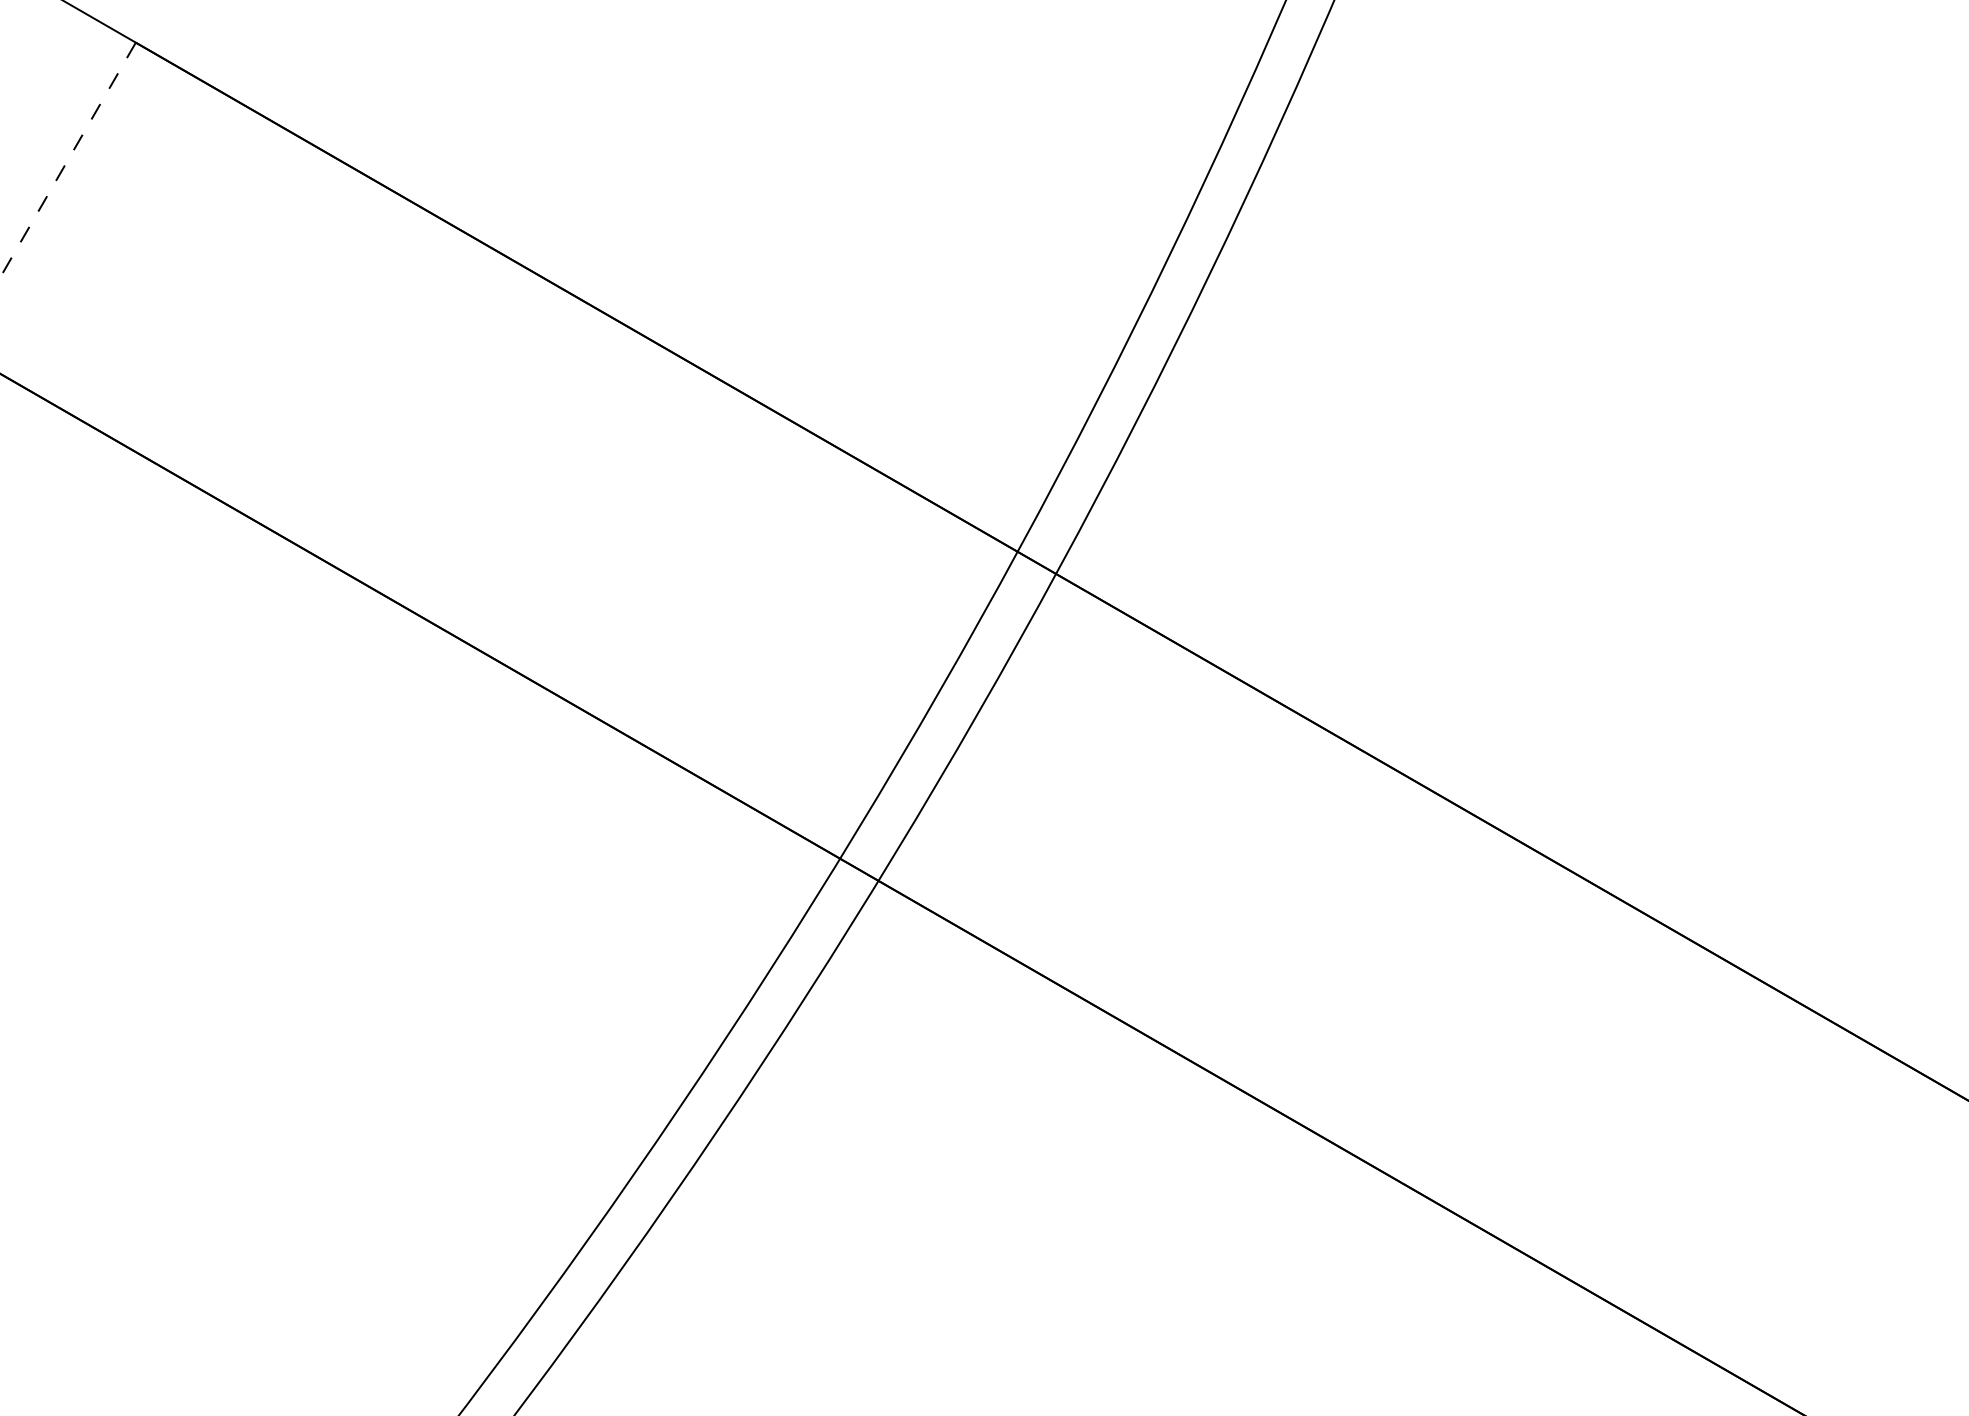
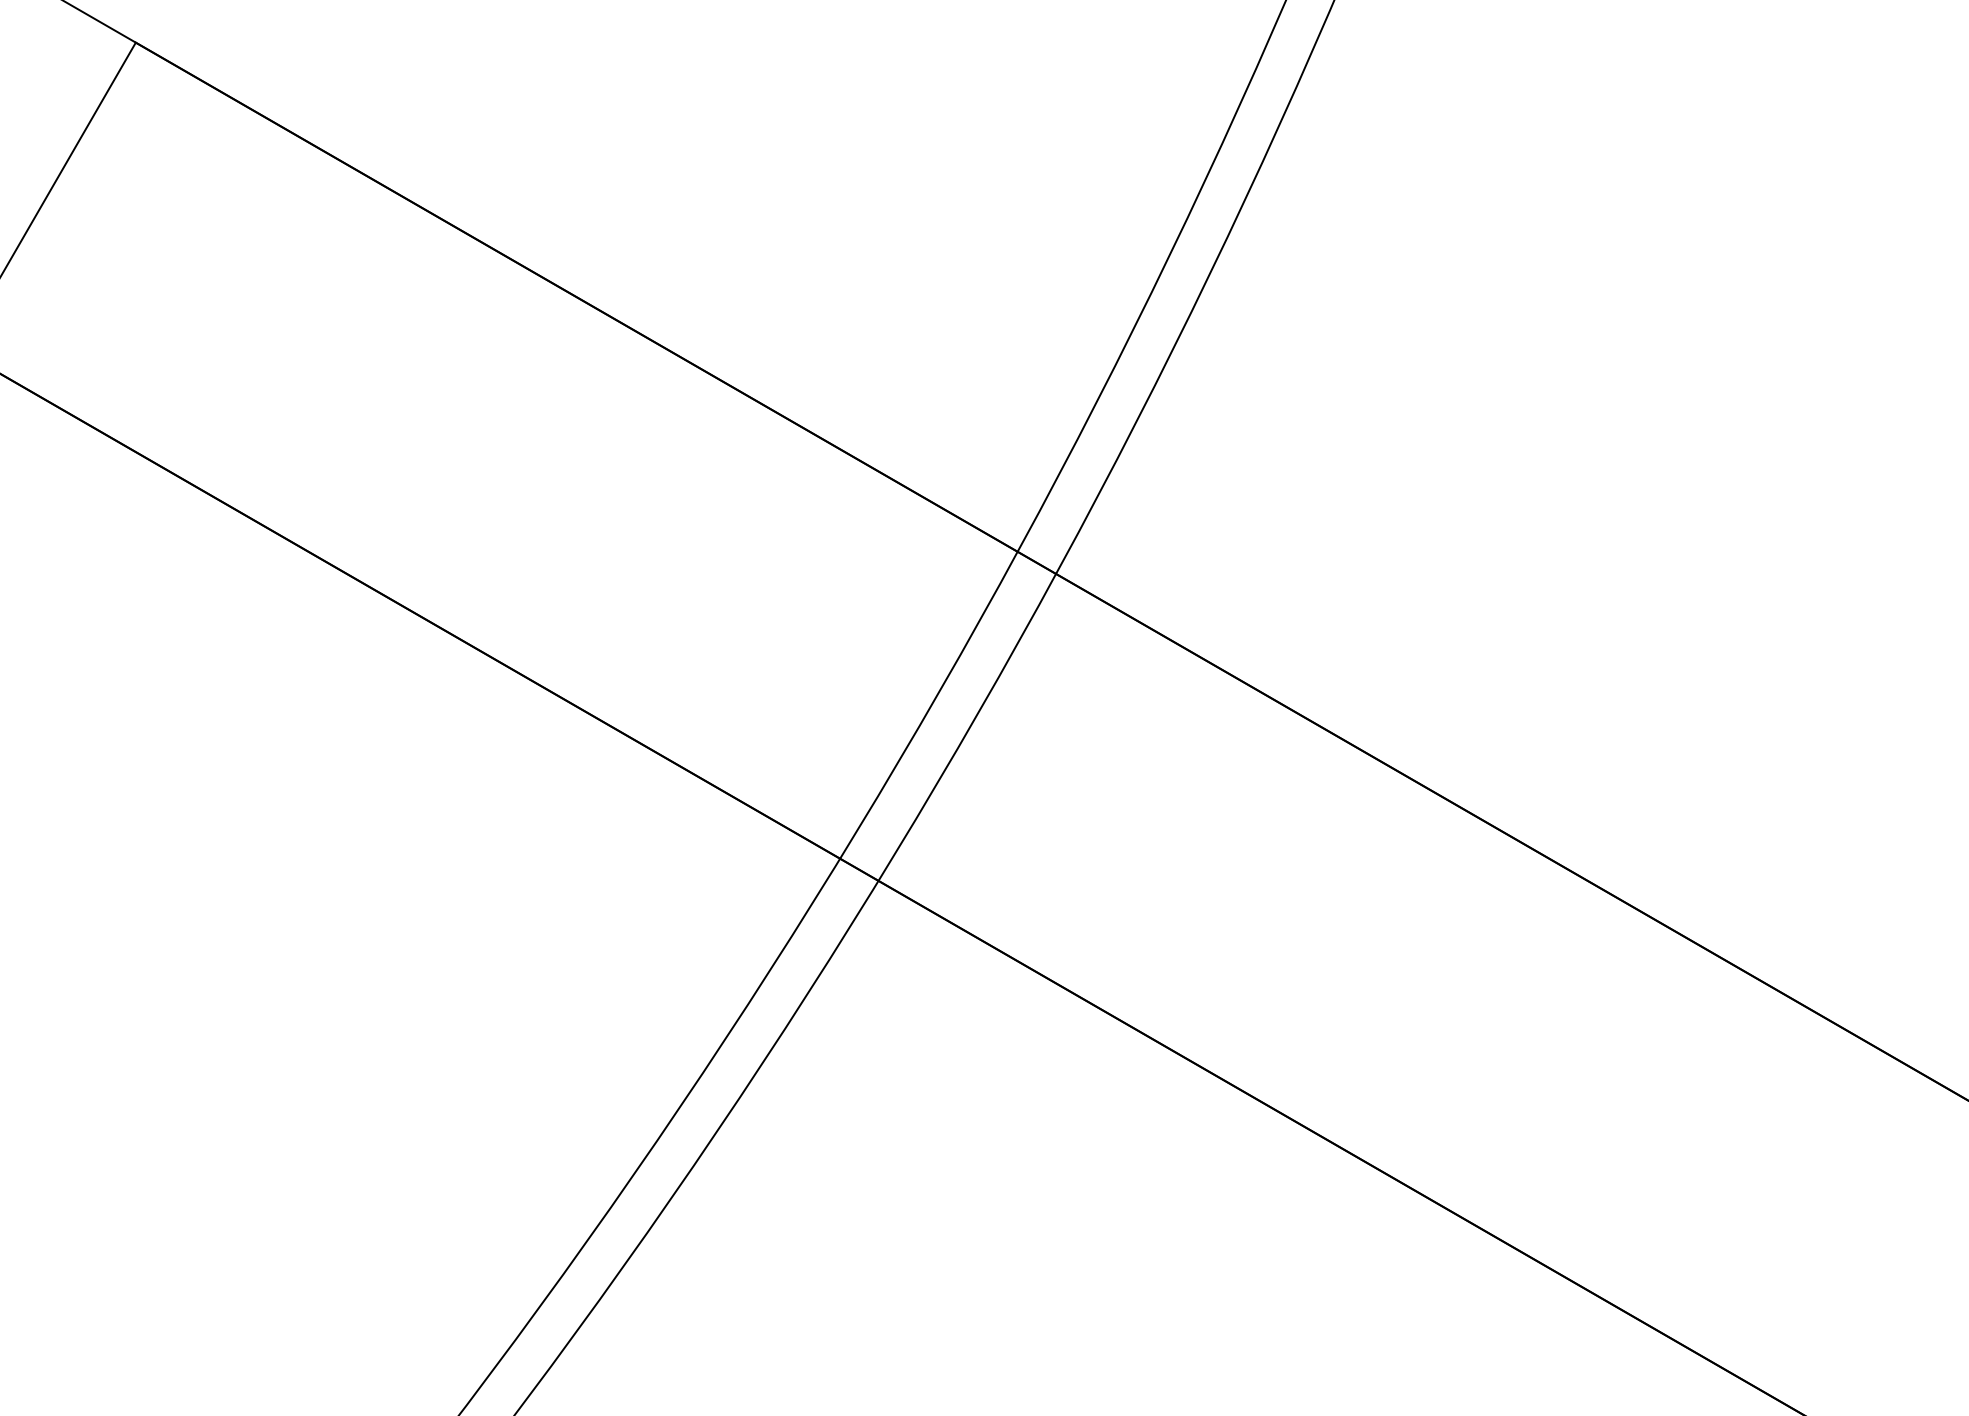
line at (67, 160): dashed -> solid
